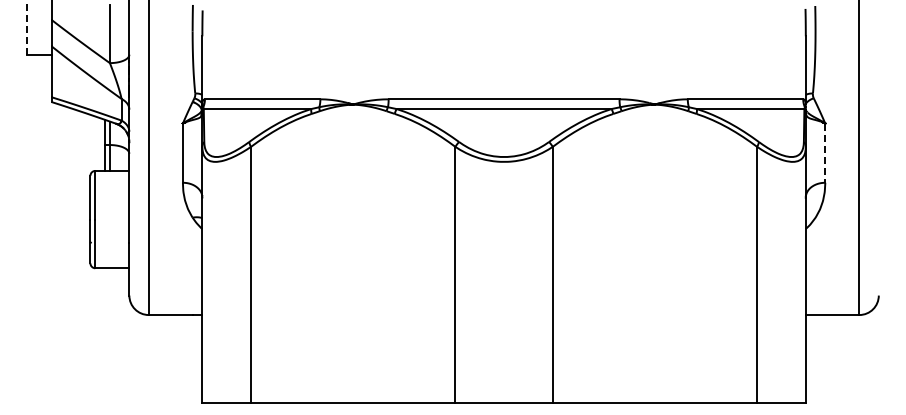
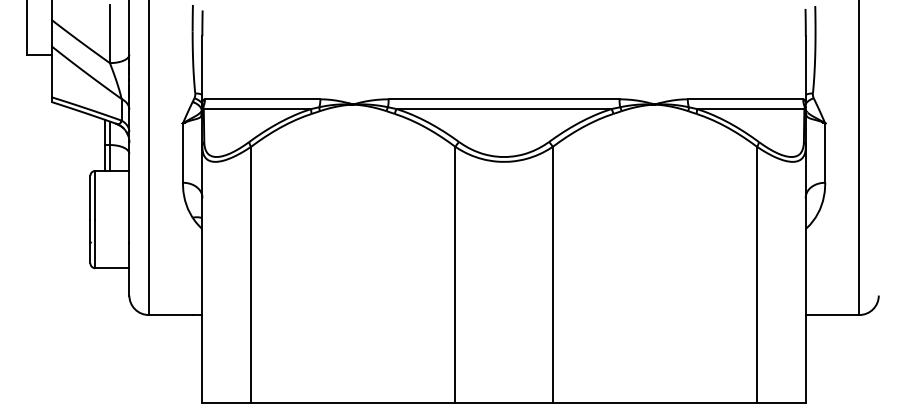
line at (27, 27): dashed -> solid
line at (825, 153): dashed -> solid
